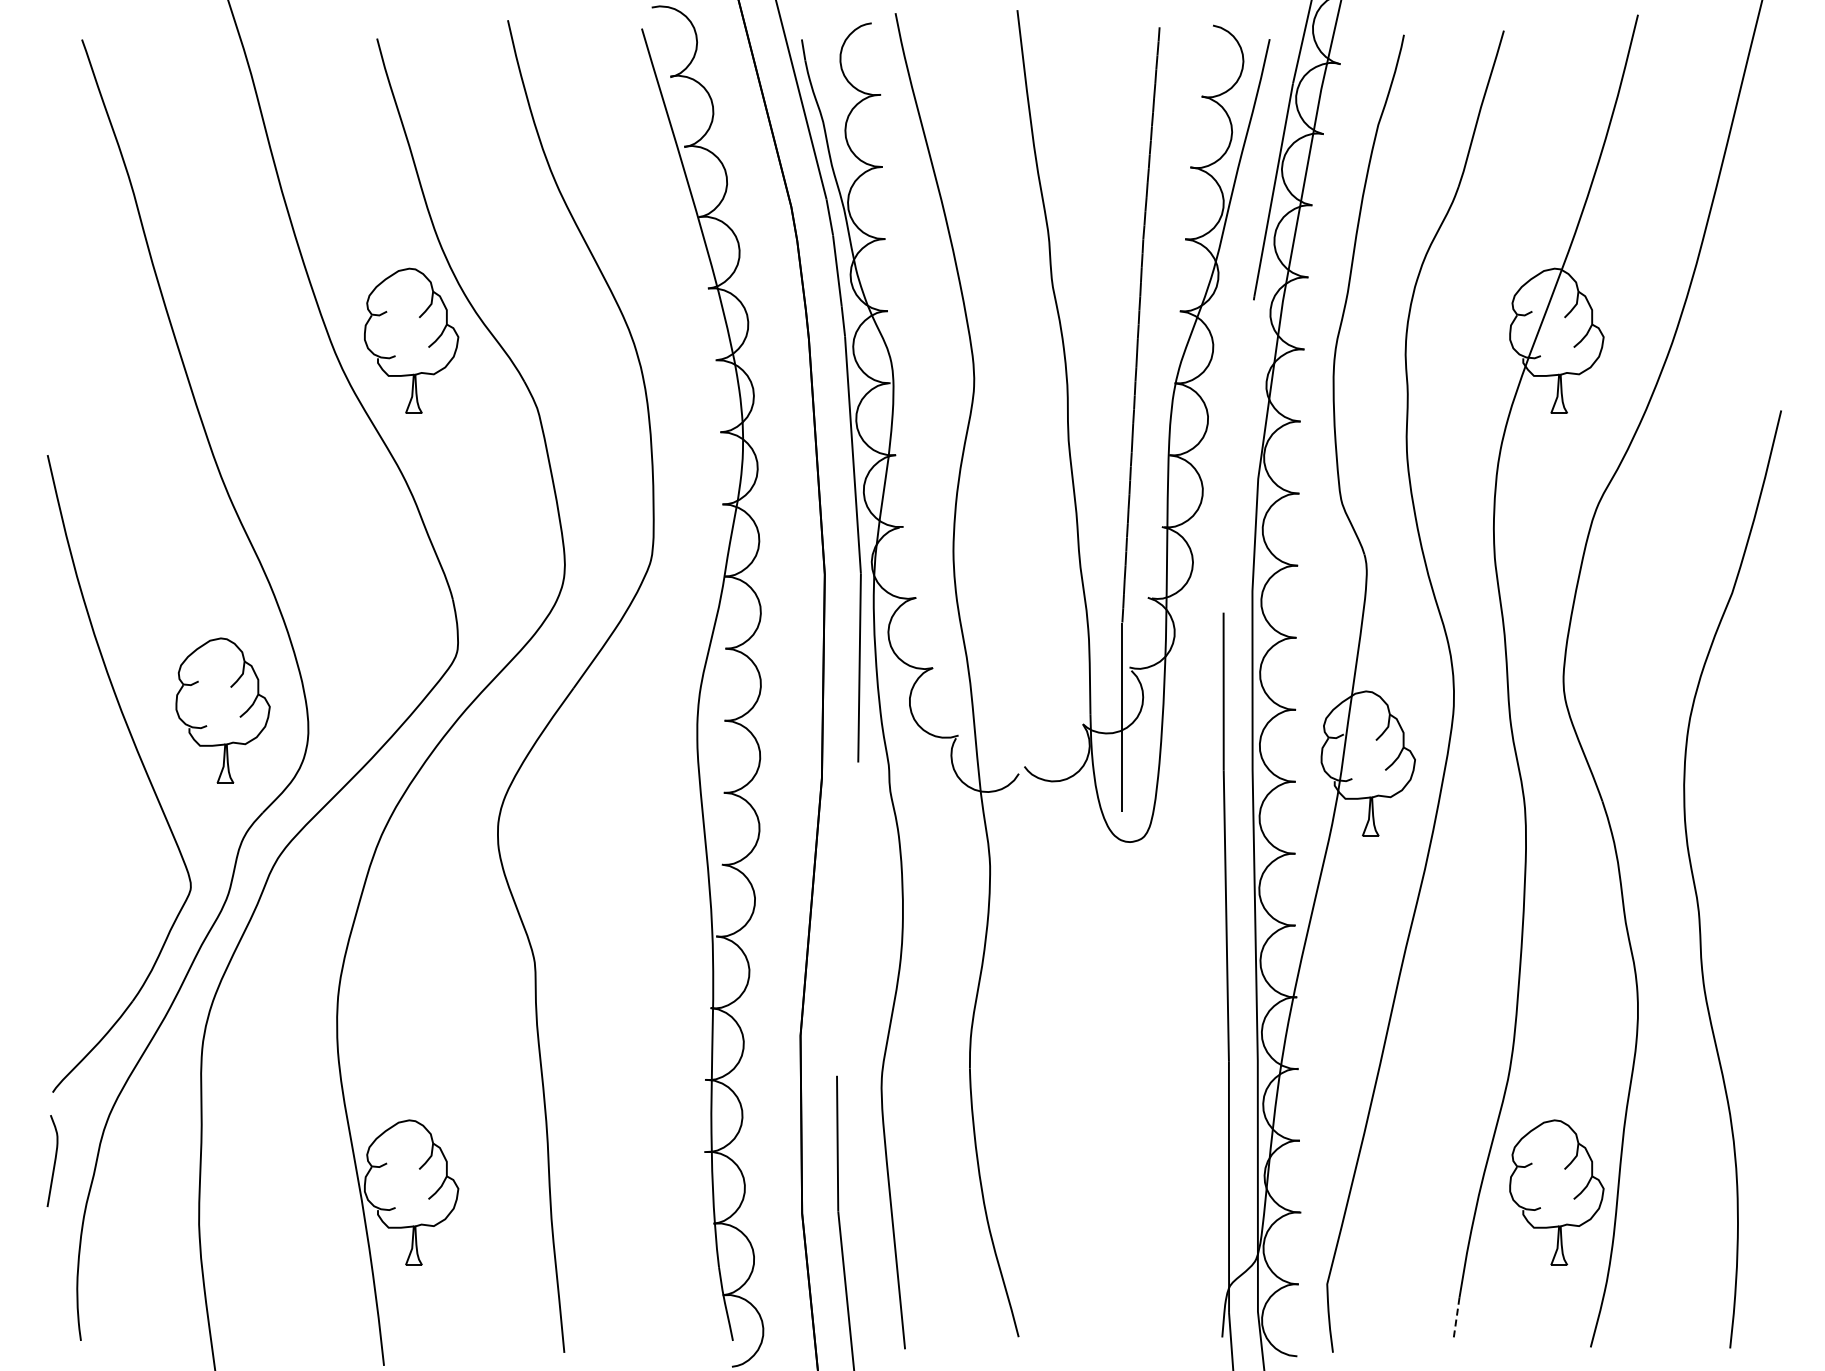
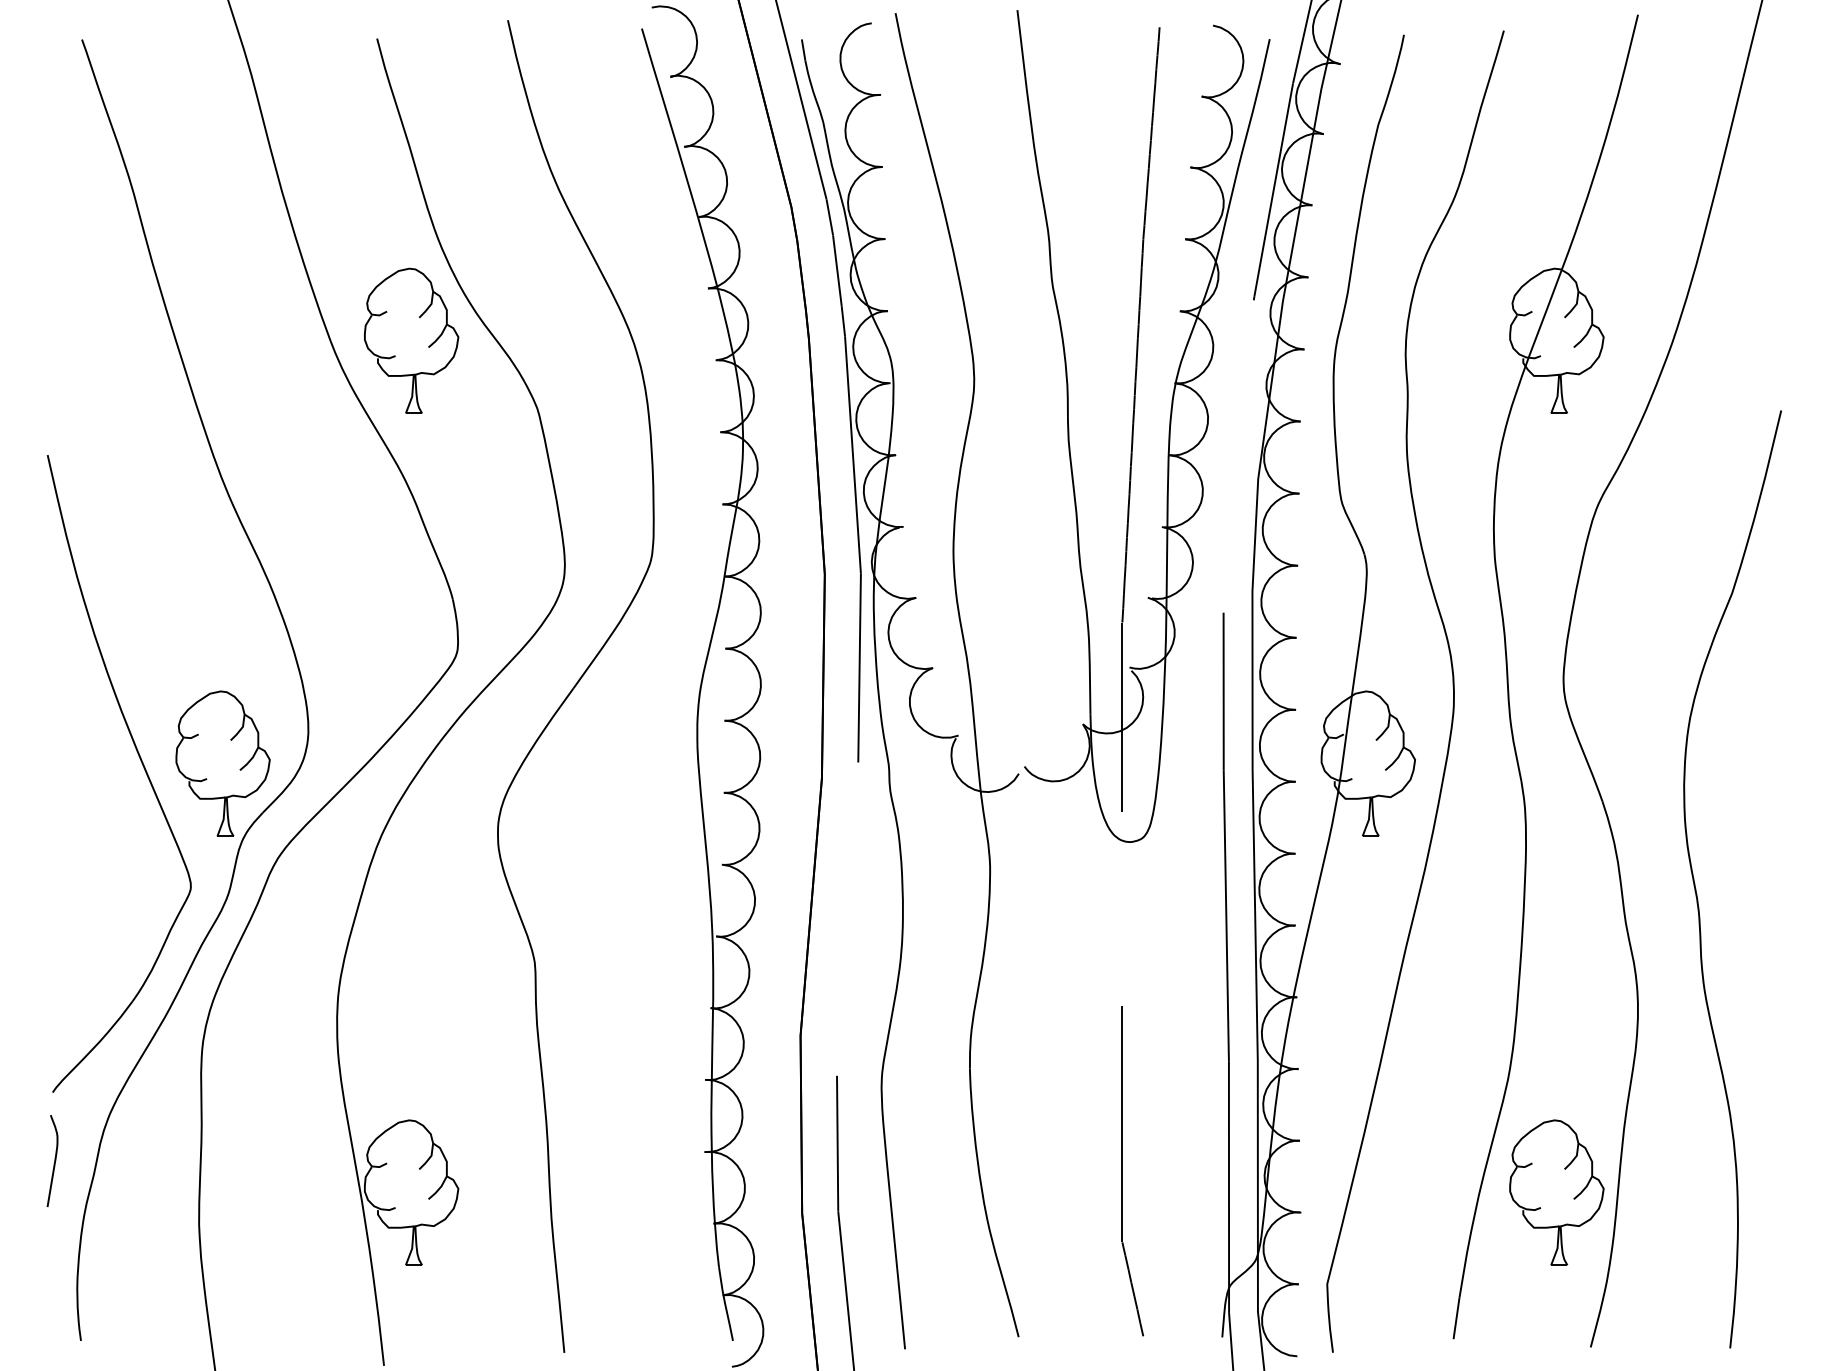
part at (222, 710) position: (222, 710) -> (222, 763)
curve at (1122, 1171): none -> present
line at (1456, 1318): dashed -> solid
